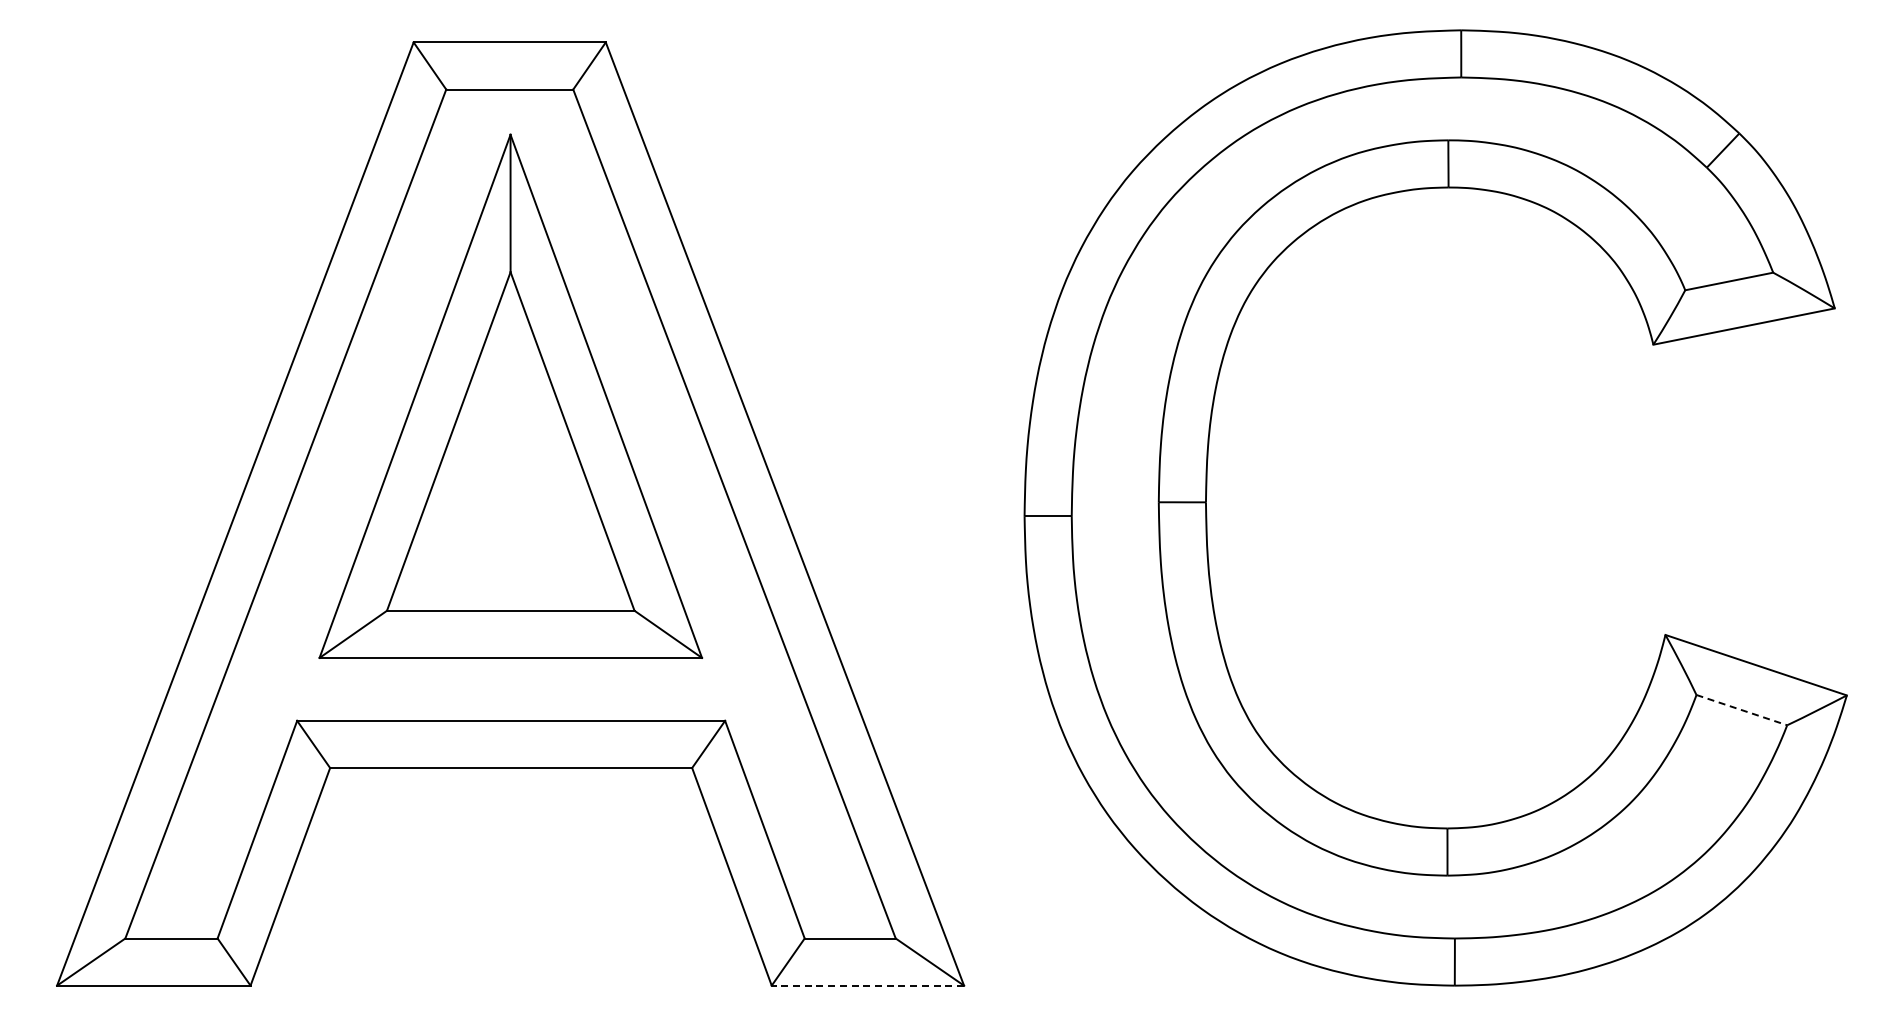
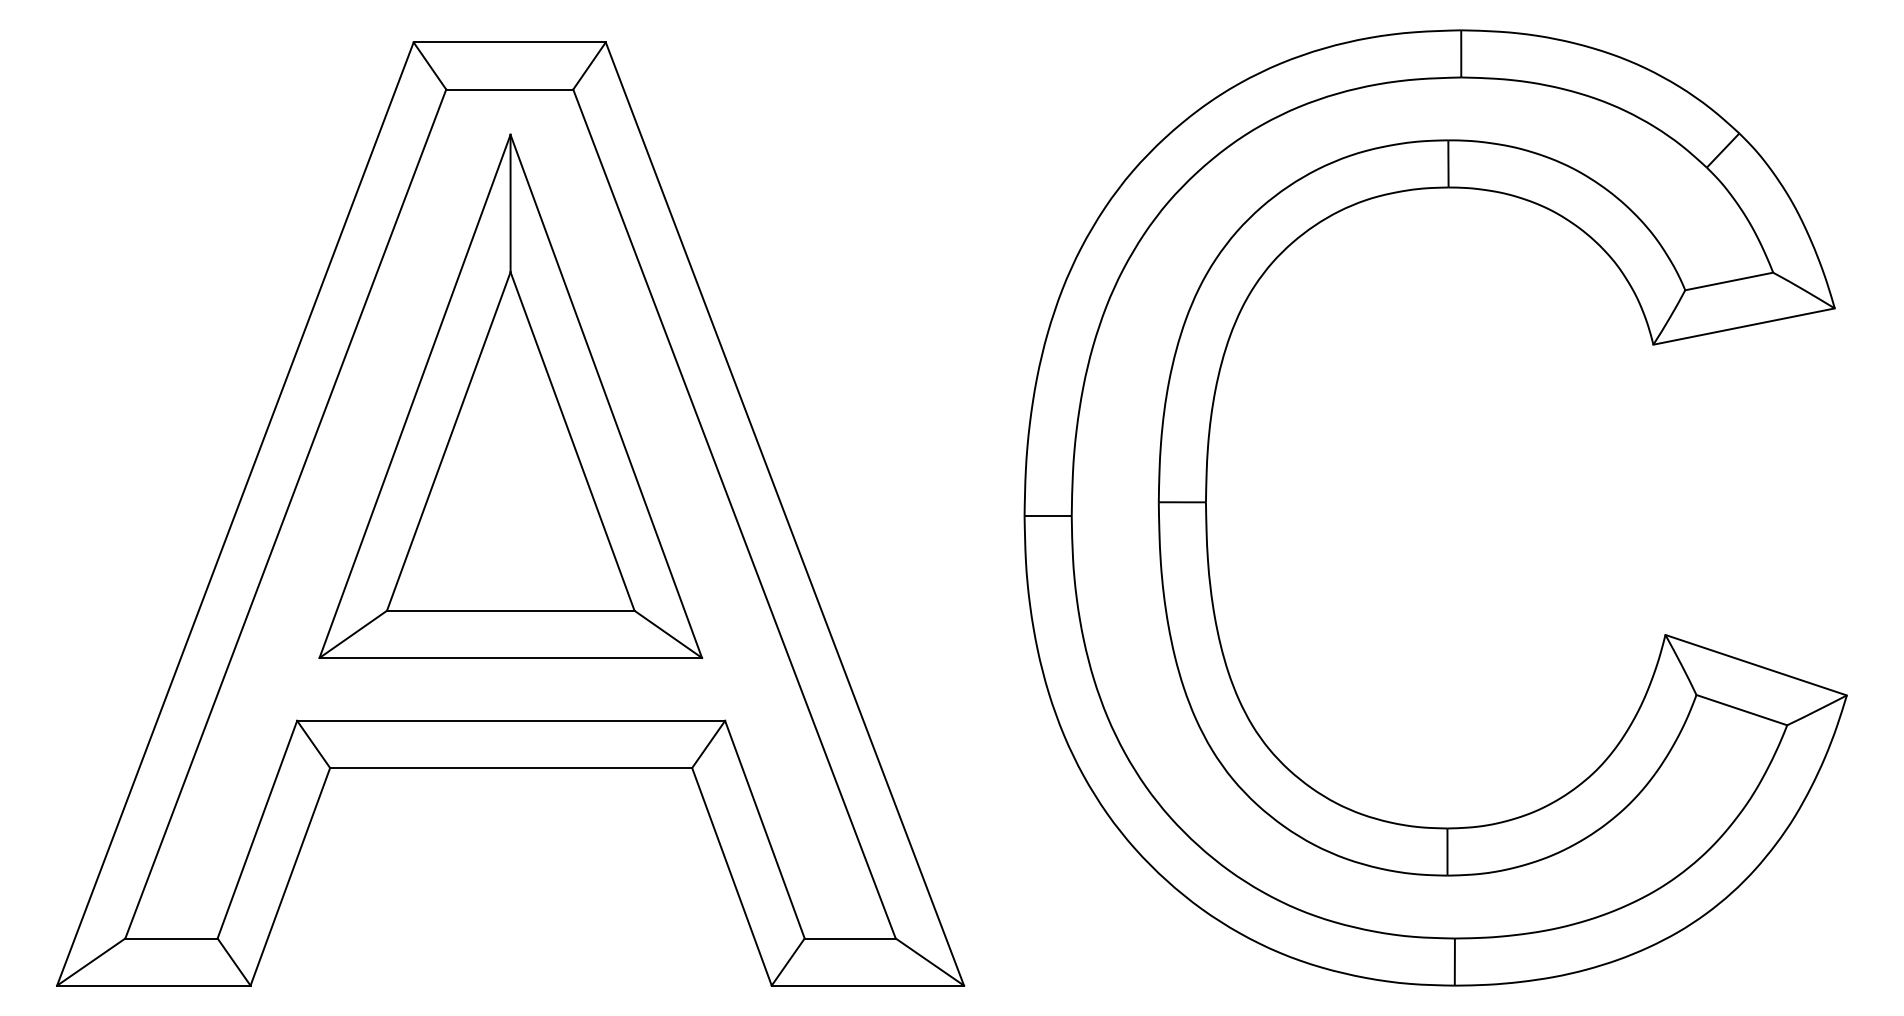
line at (1741, 710): dashed -> solid
line at (867, 985): dashed -> solid
